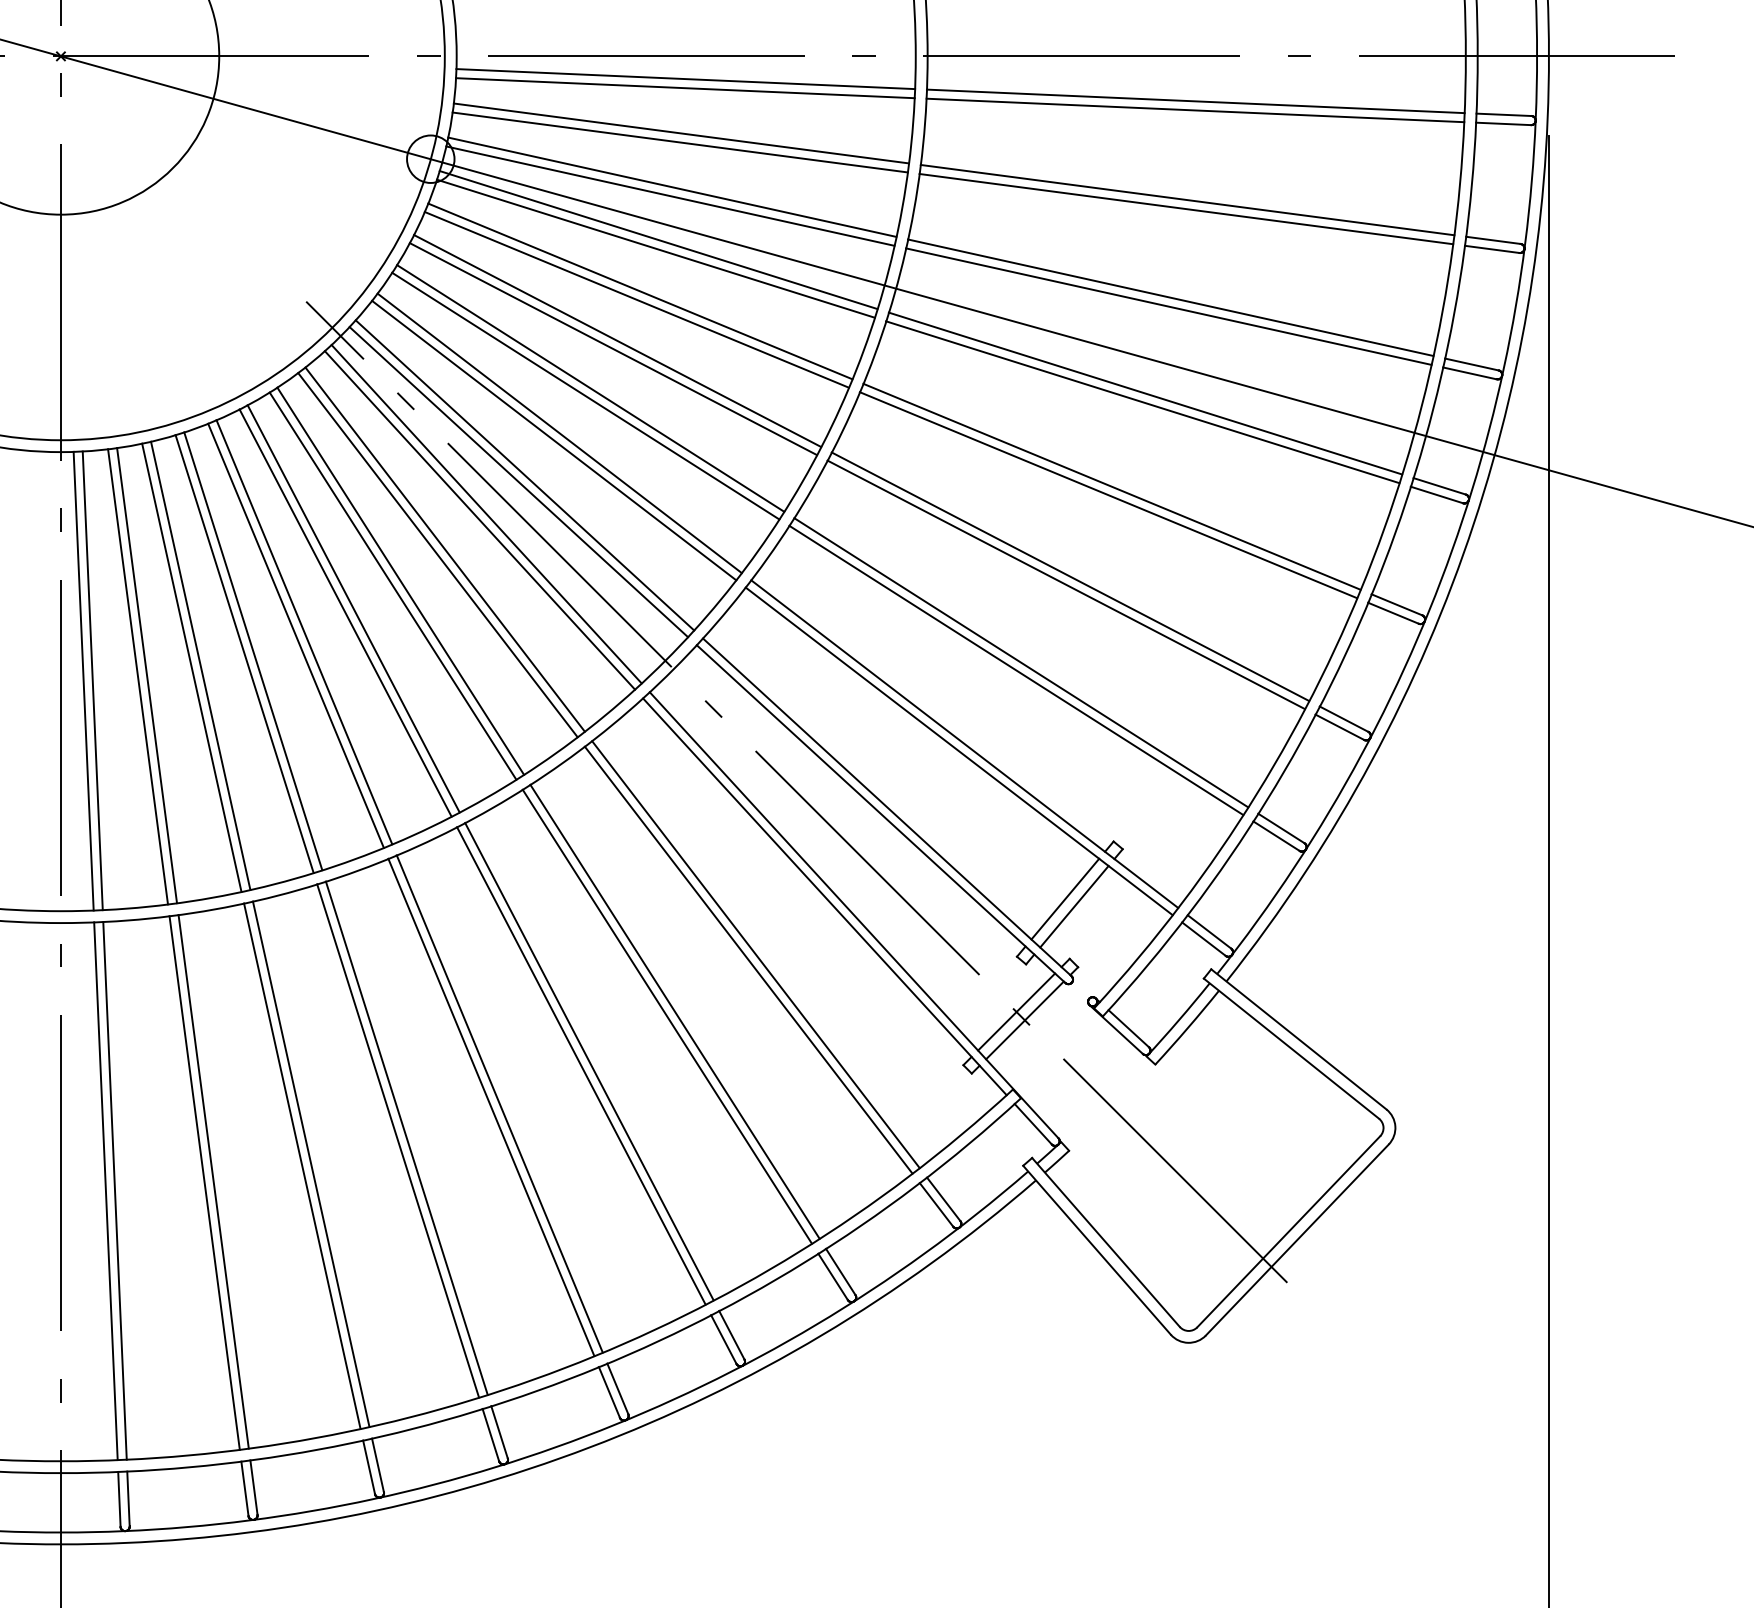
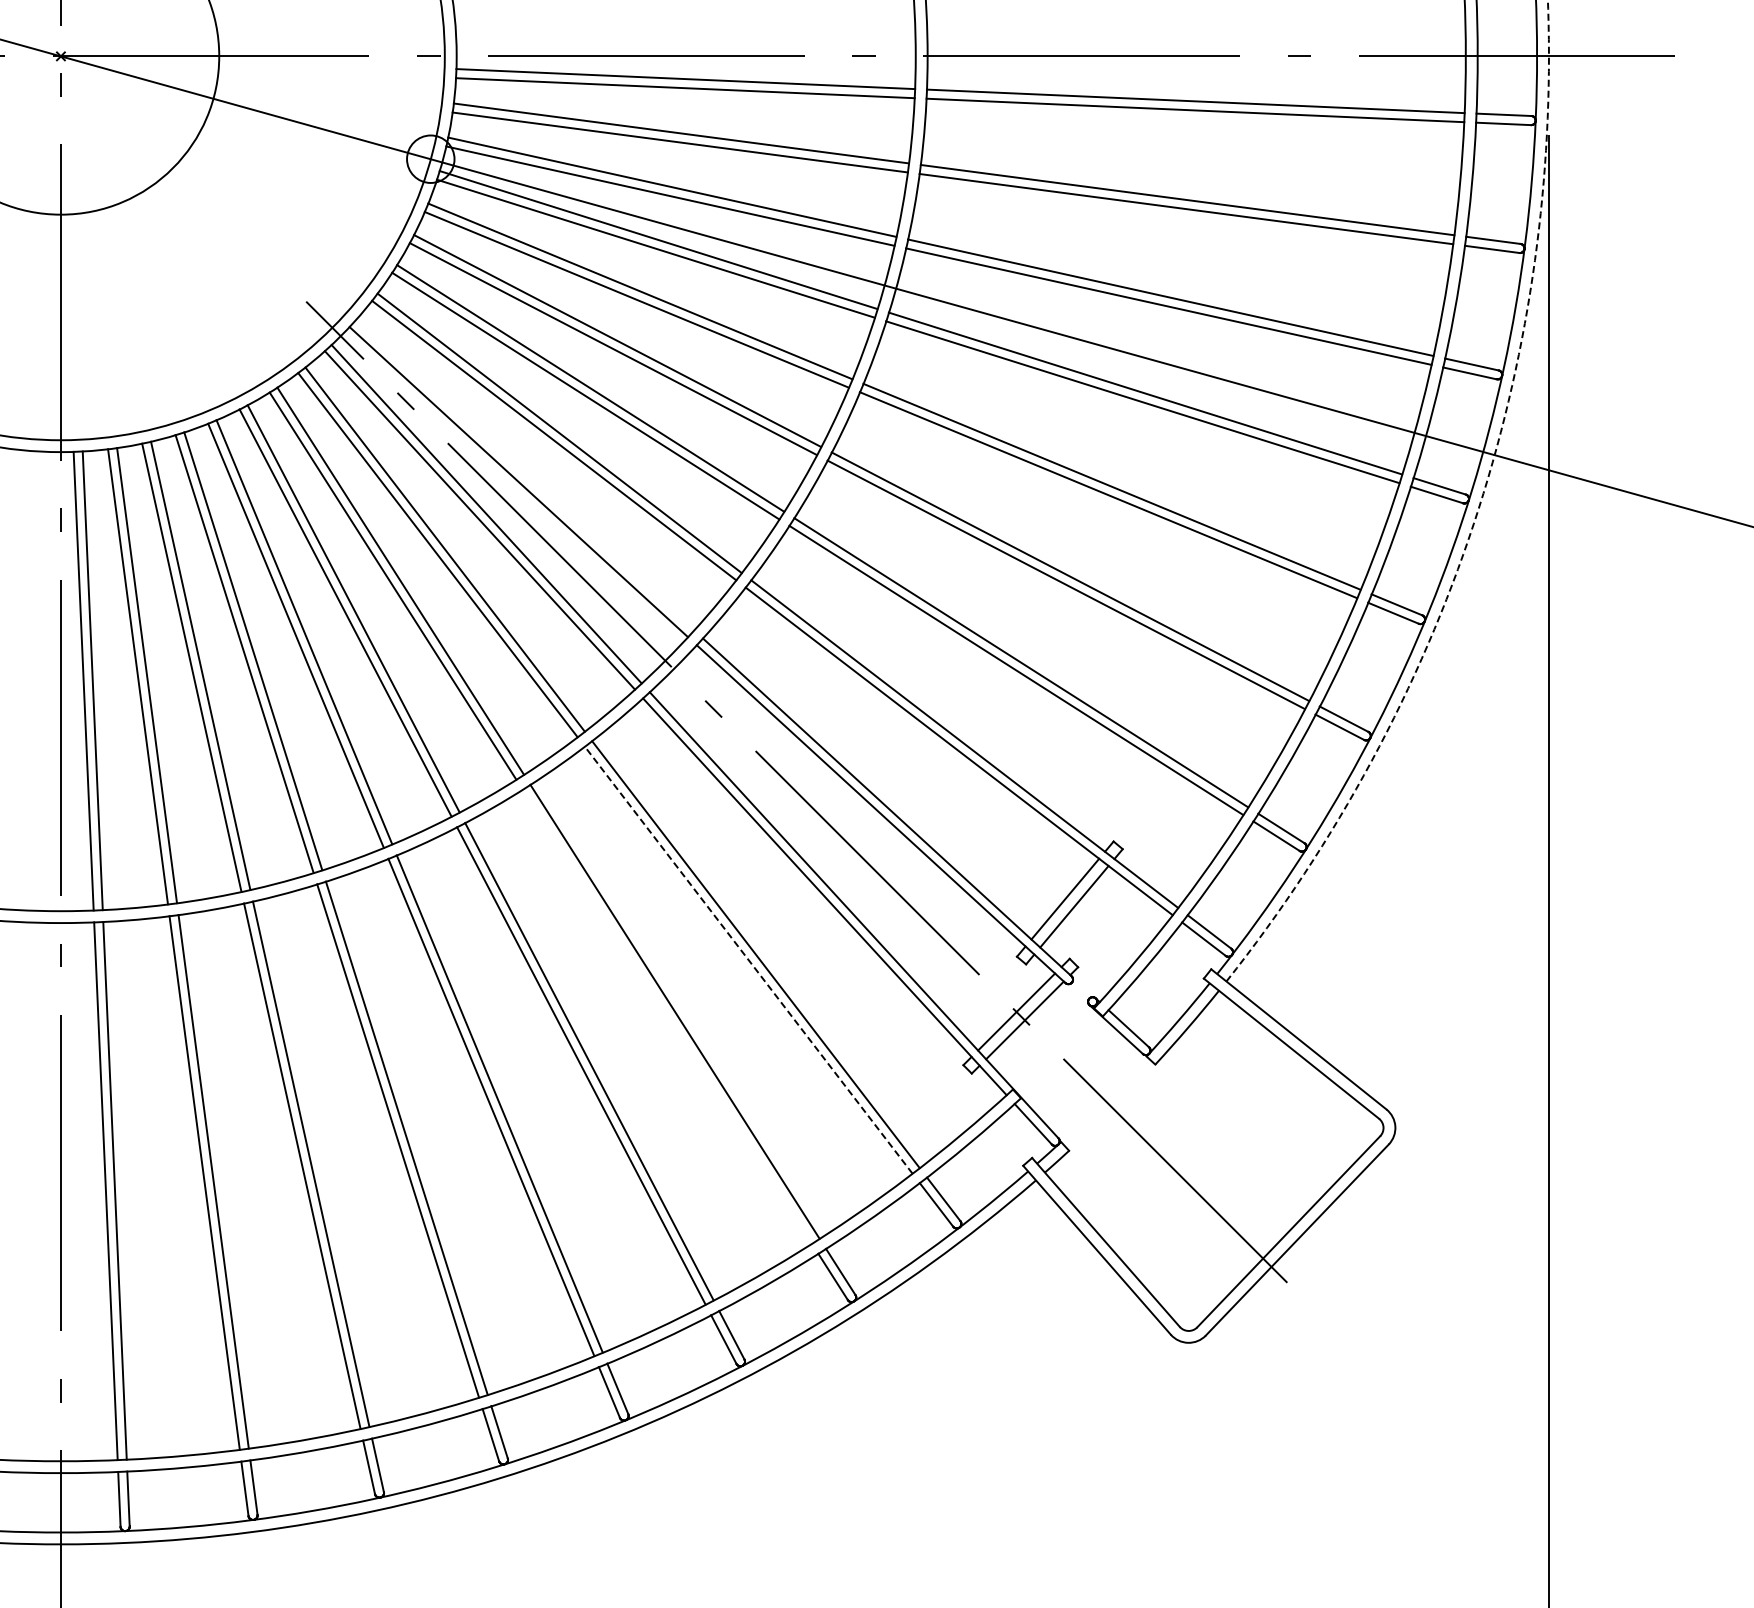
line at (524, 475): present -> none
arc at (1474, 521): solid -> dashed
line at (748, 959): solid -> dashed
line at (666, 1016): present -> none
